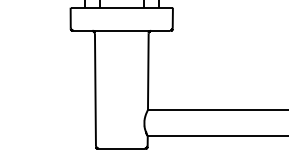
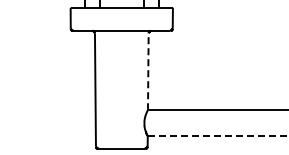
line at (148, 71): solid -> dashed
line at (218, 135): solid -> dashed
